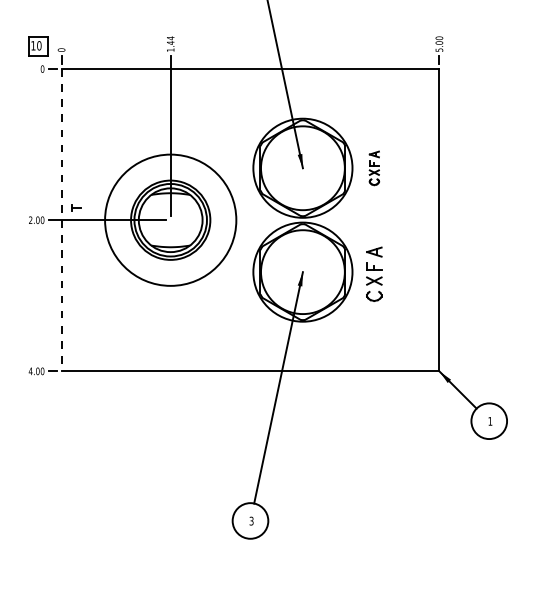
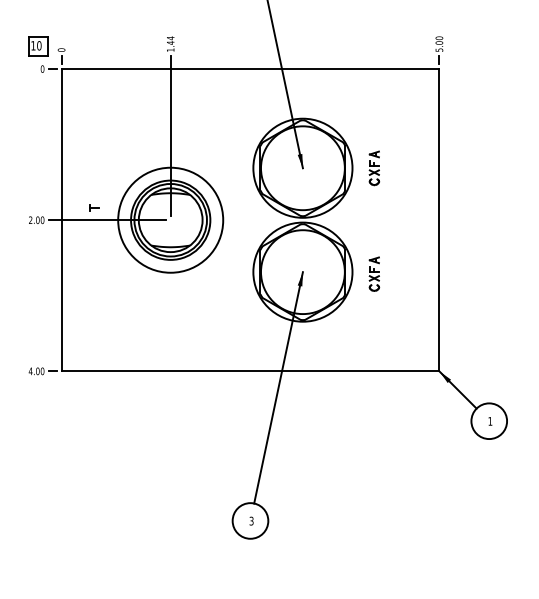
part at (76, 207) position: (76, 207) -> (94, 207)
circle at (170, 219) diameter: 131 px -> 105 px
line at (61, 220): dashed -> solid
part at (374, 273) size: 17x56 px -> 13x36 px
